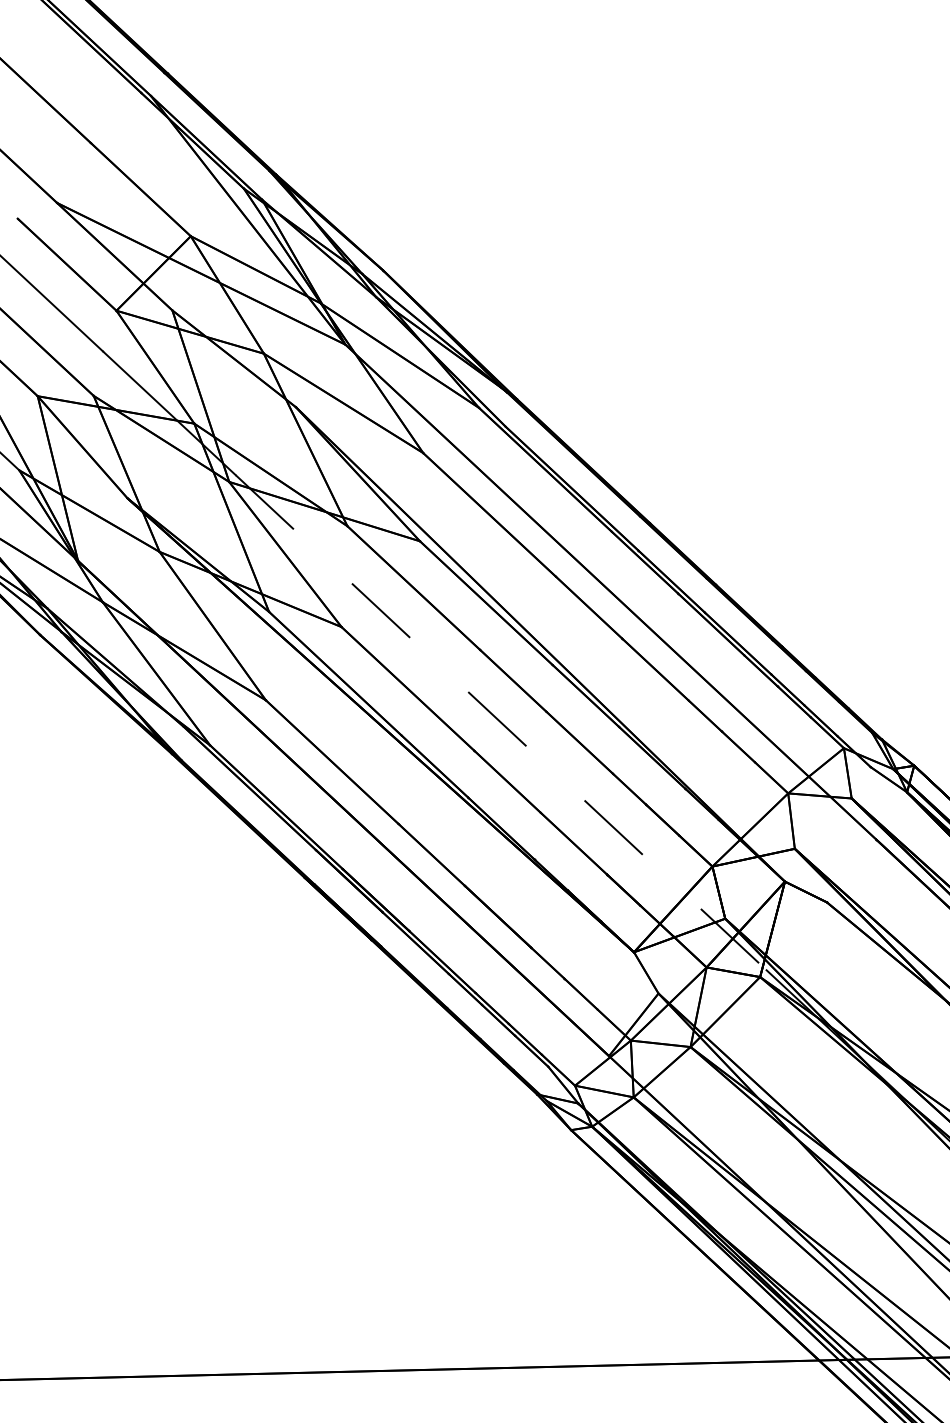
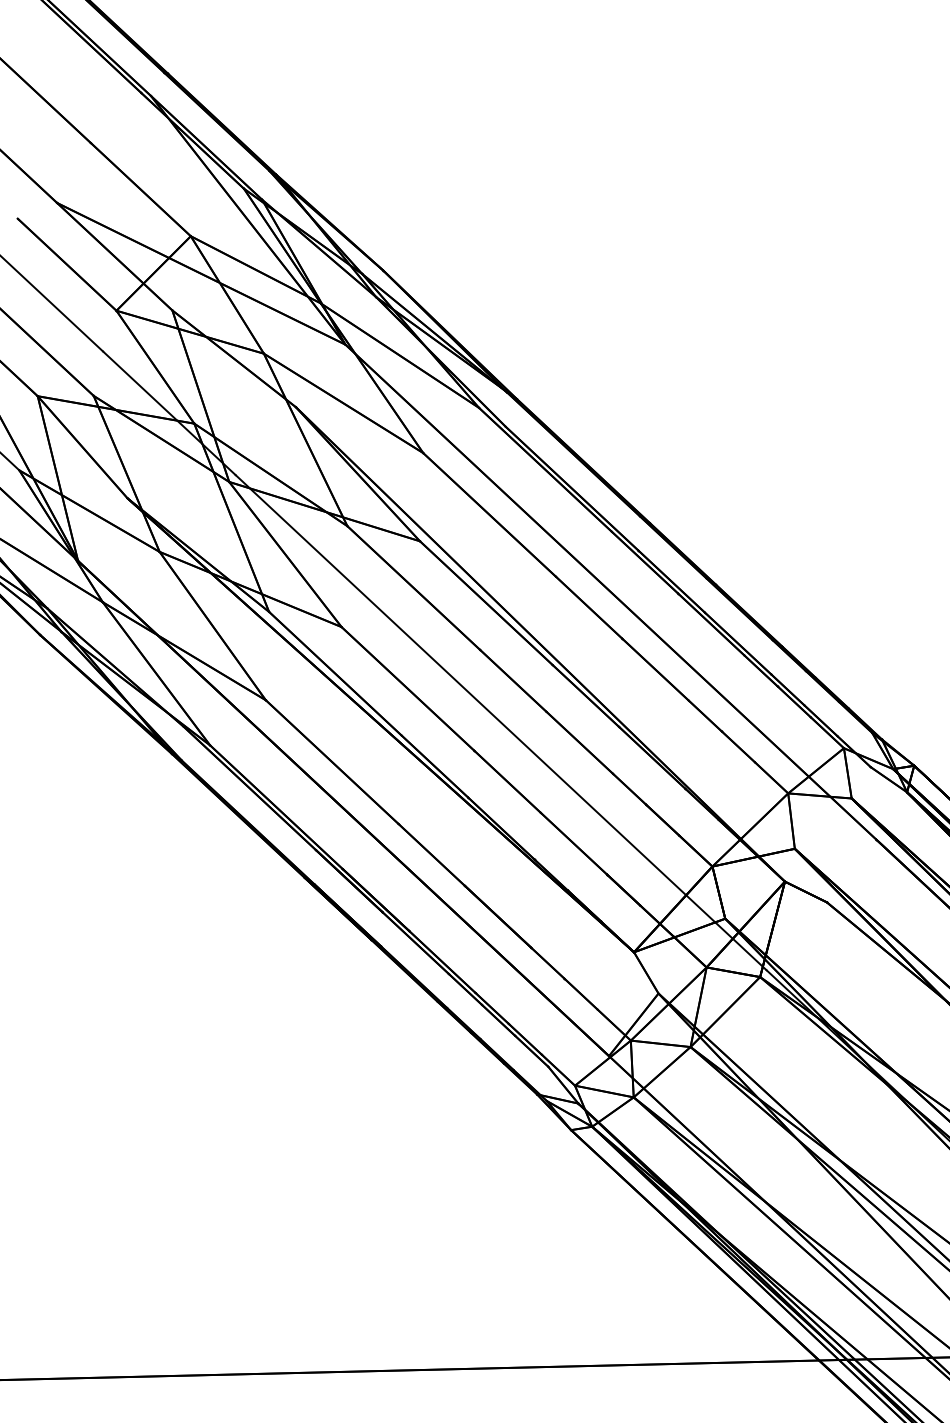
line at (501, 722): dashed -> solid
